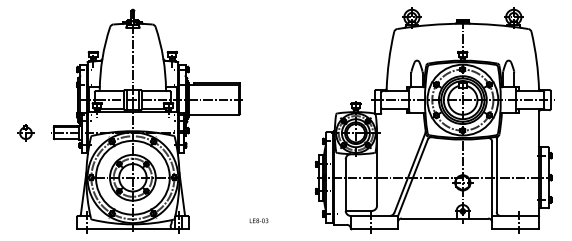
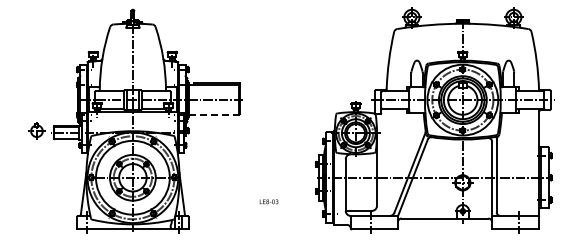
line at (214, 114): solid -> dashed
part at (25, 132) position: (25, 132) -> (36, 130)
text at (258, 220) position: (258, 220) -> (268, 201)
